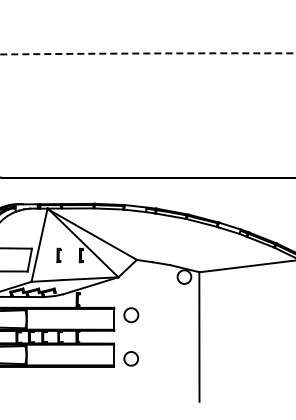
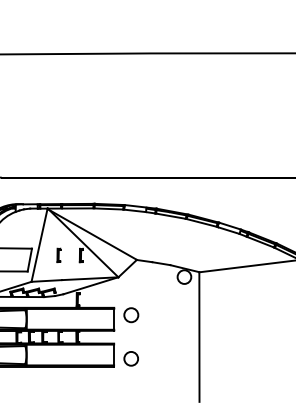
arc at (147, 53): dashed -> solid
